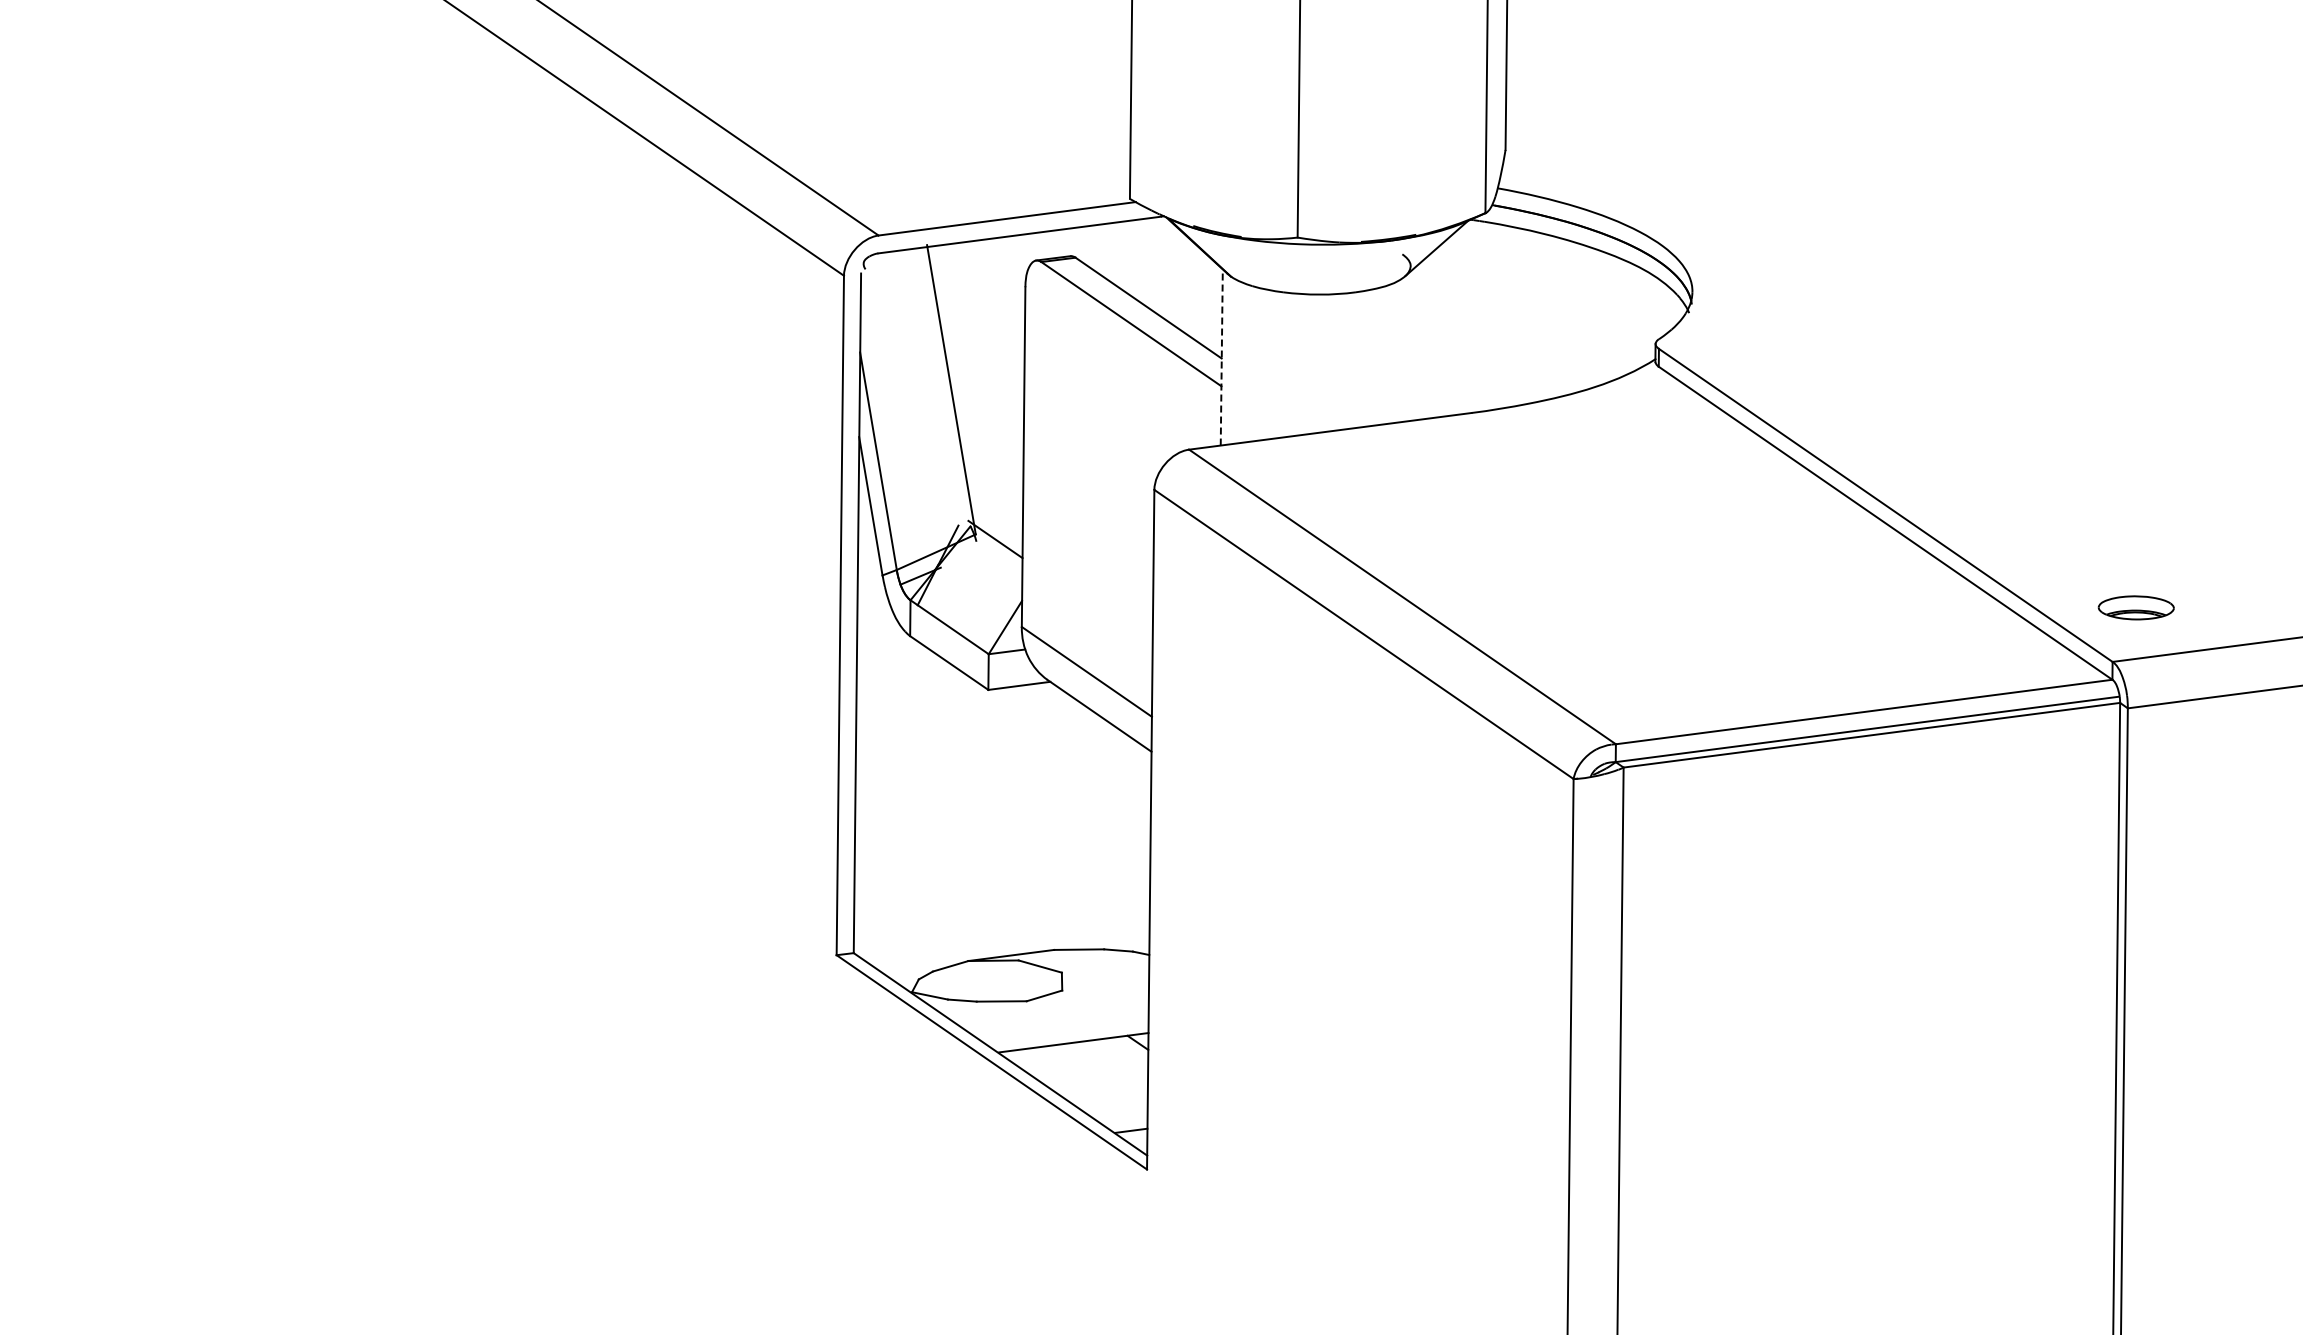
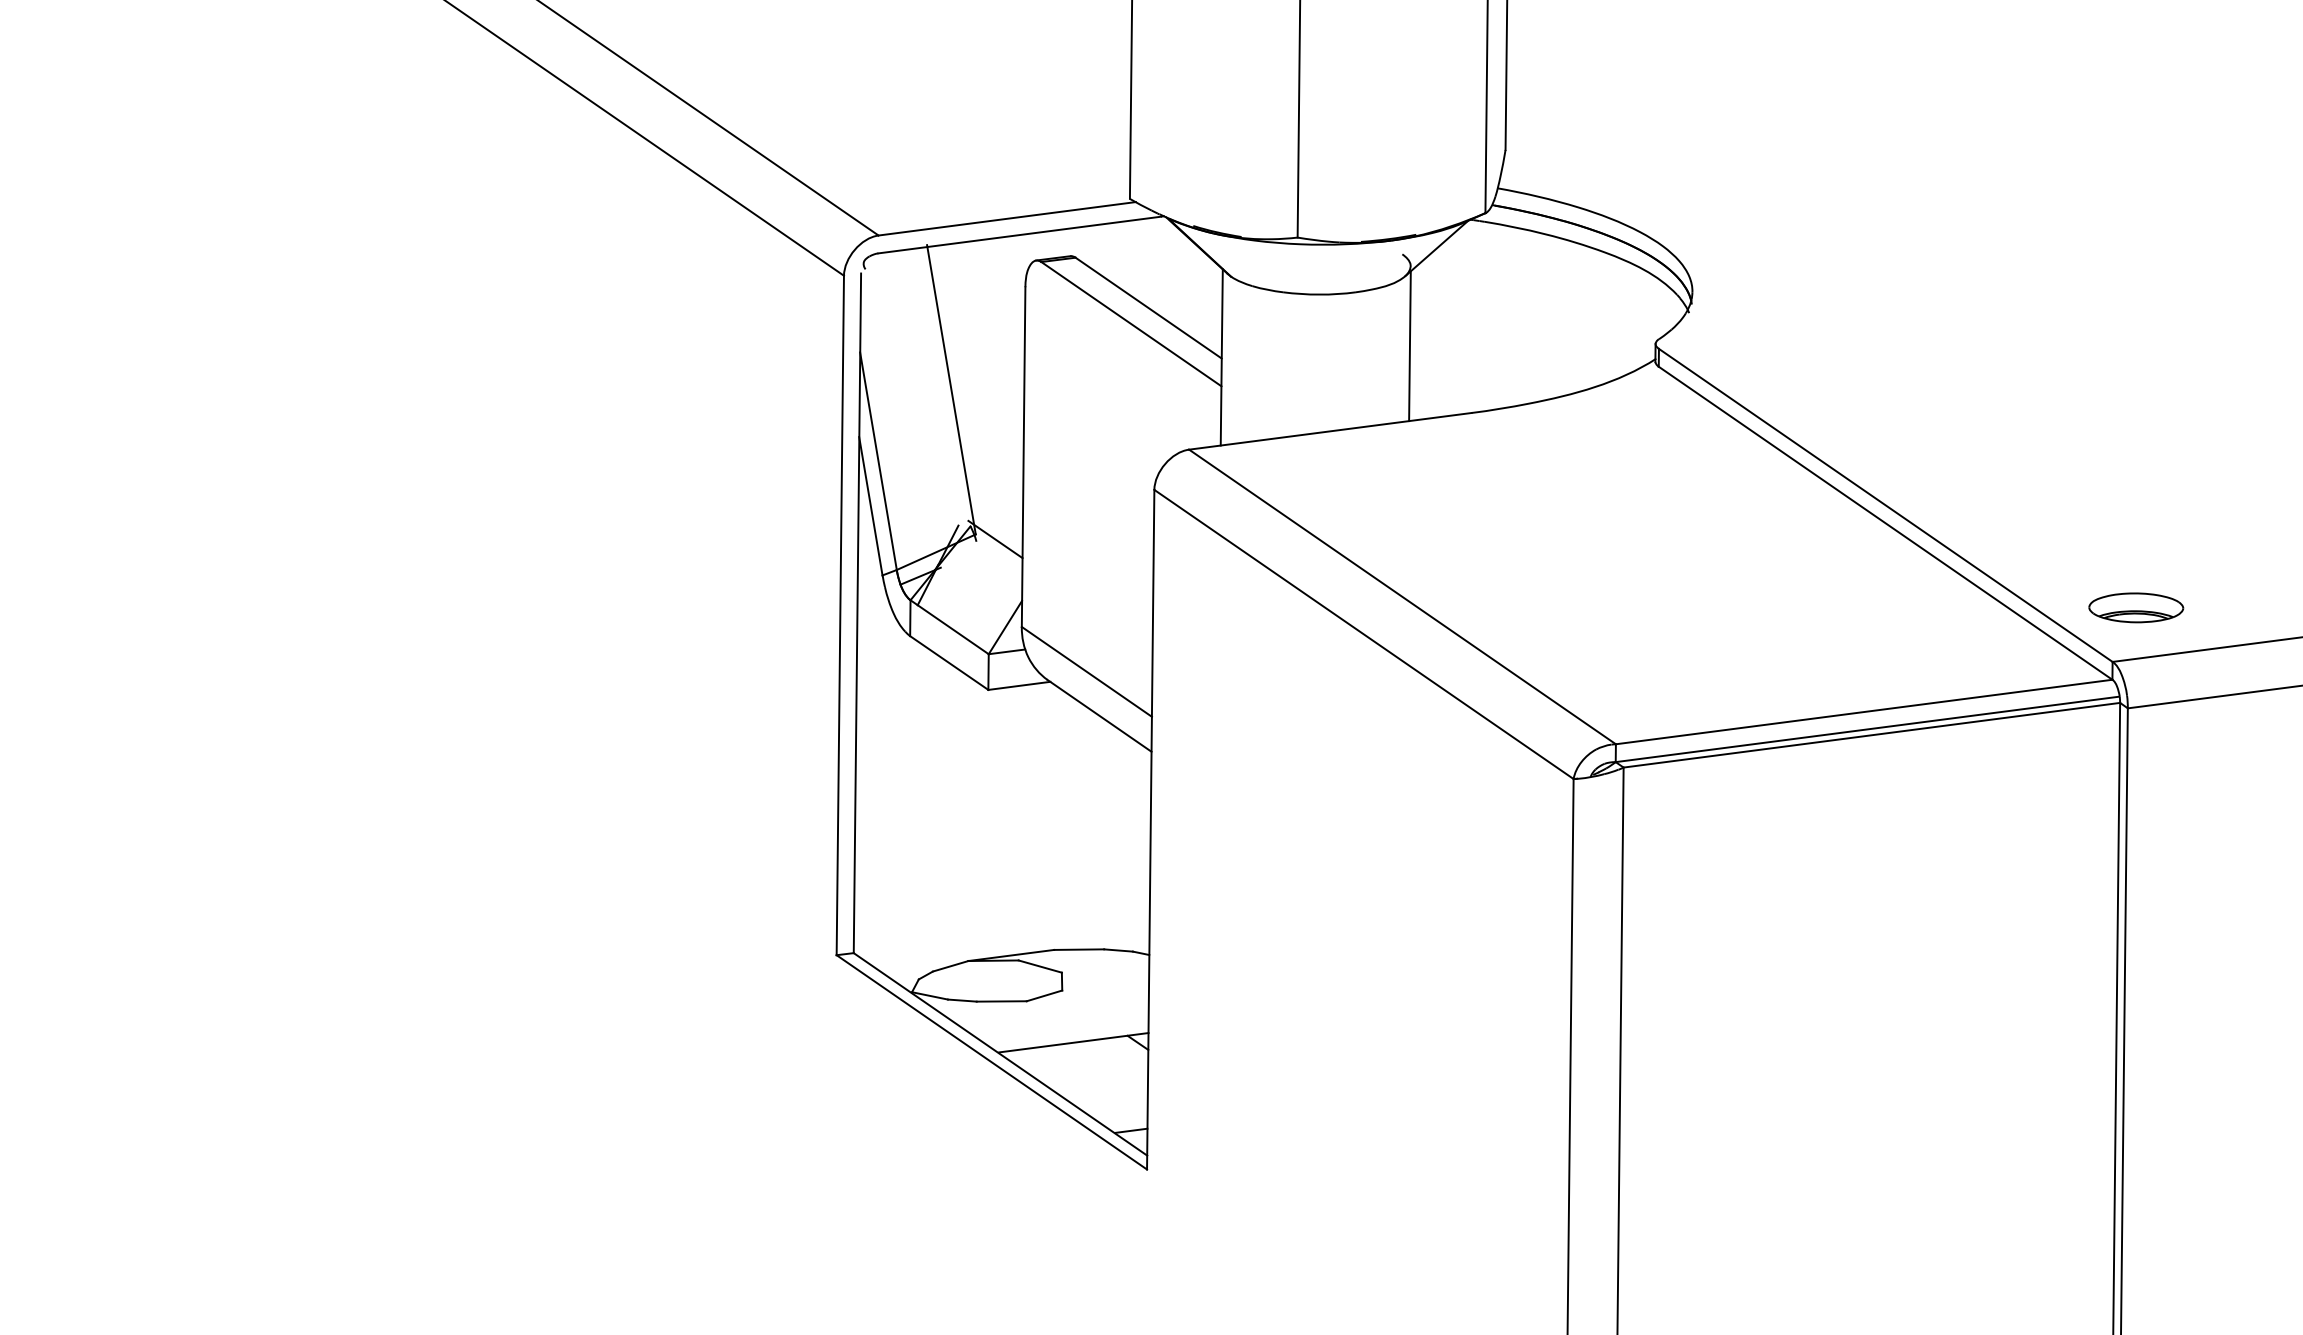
line at (1409, 346): none -> present
line at (1221, 356): dashed -> solid
part at (2135, 607) size: 78x26 px -> 97x32 px
